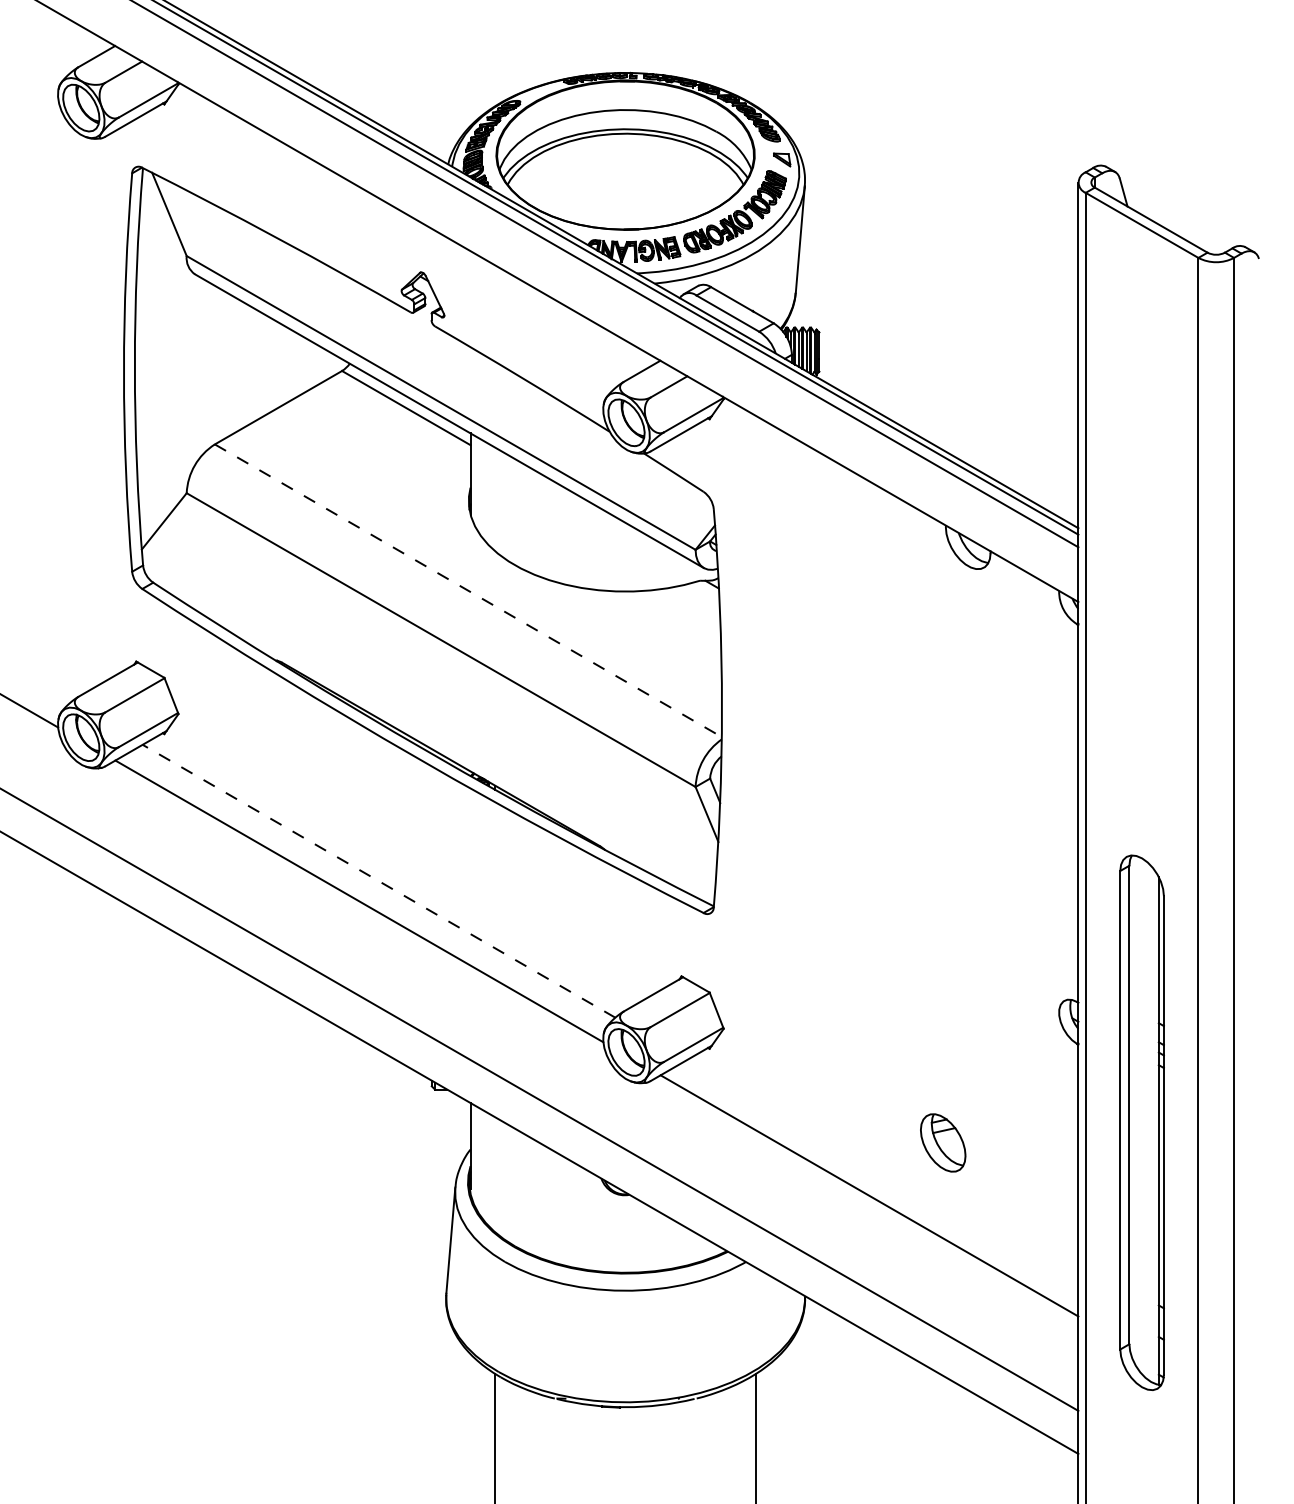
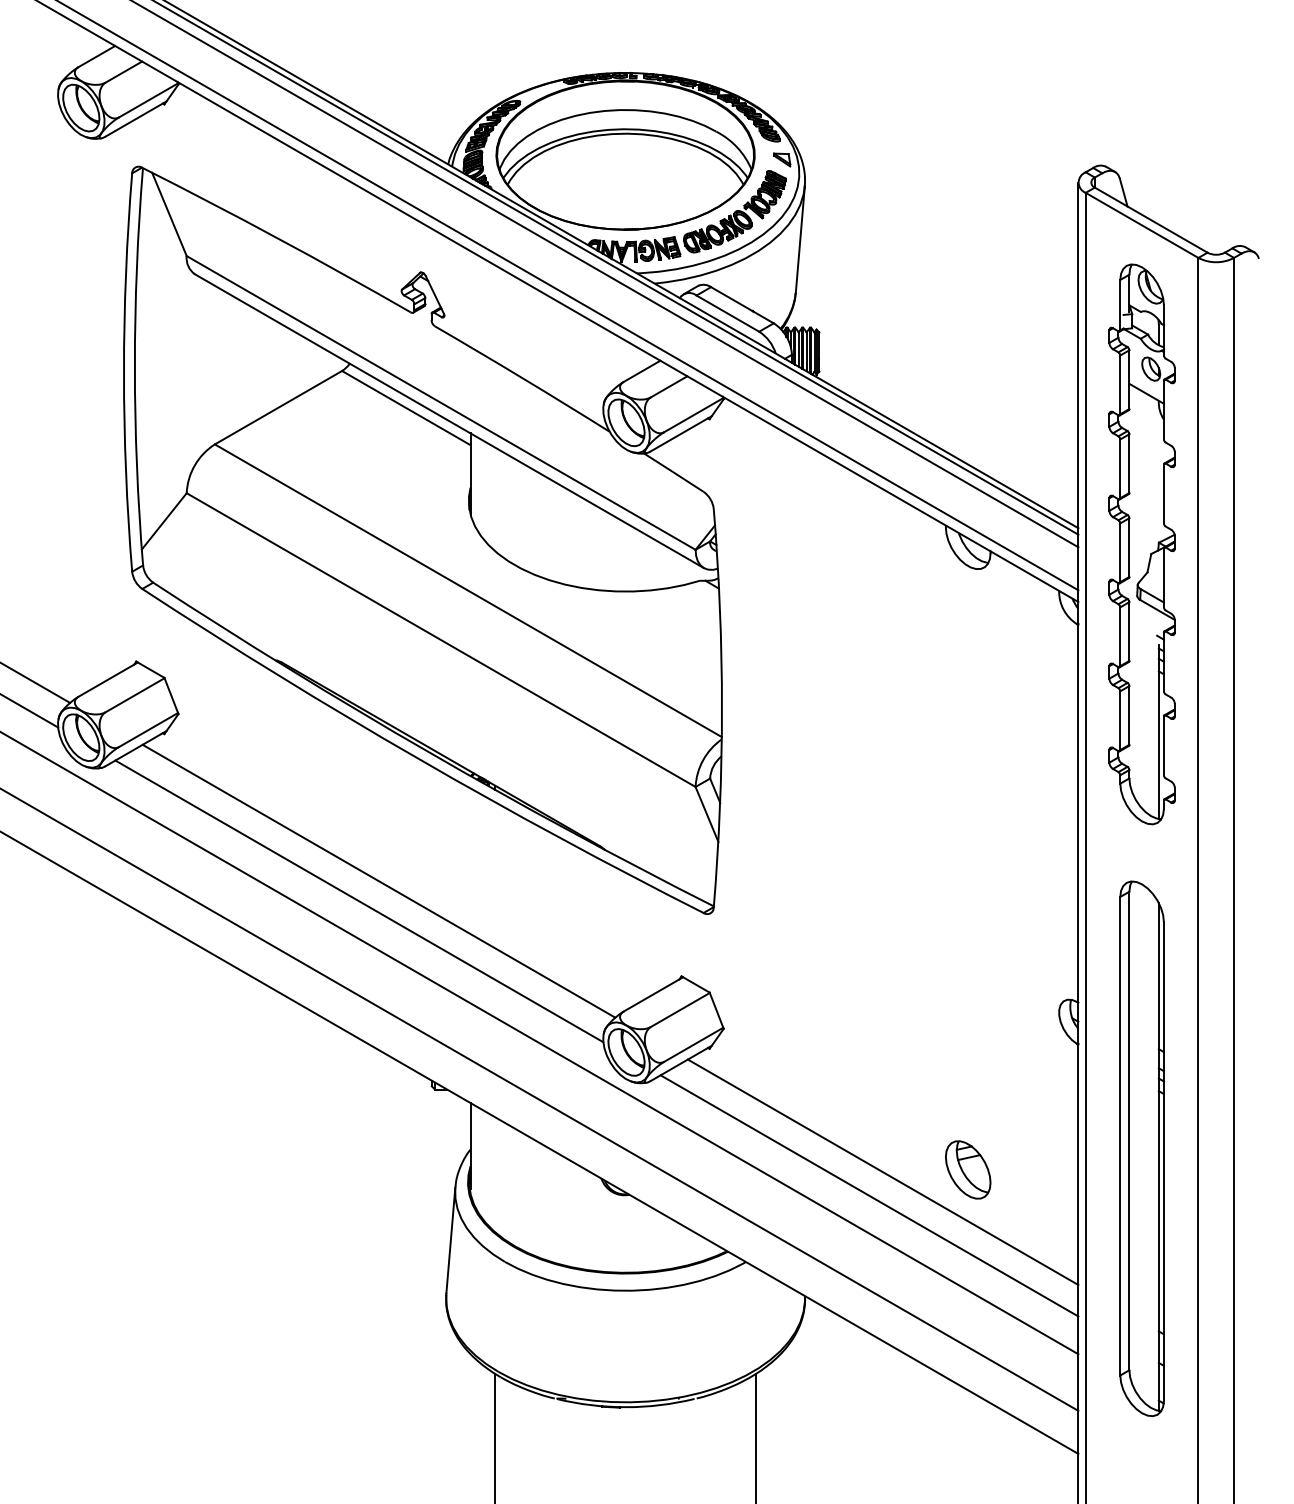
line at (568, 296): none -> present
part at (1141, 544): none -> present
line at (468, 590): dashed -> solid
line at (36, 682): none -> present
line at (379, 881): dashed -> solid
line at (540, 1043): none -> present
part at (1141, 1122) position: (1141, 1122) -> (1141, 1148)
part at (943, 1142) position: (943, 1142) -> (968, 1169)
line at (882, 1171): none -> present
